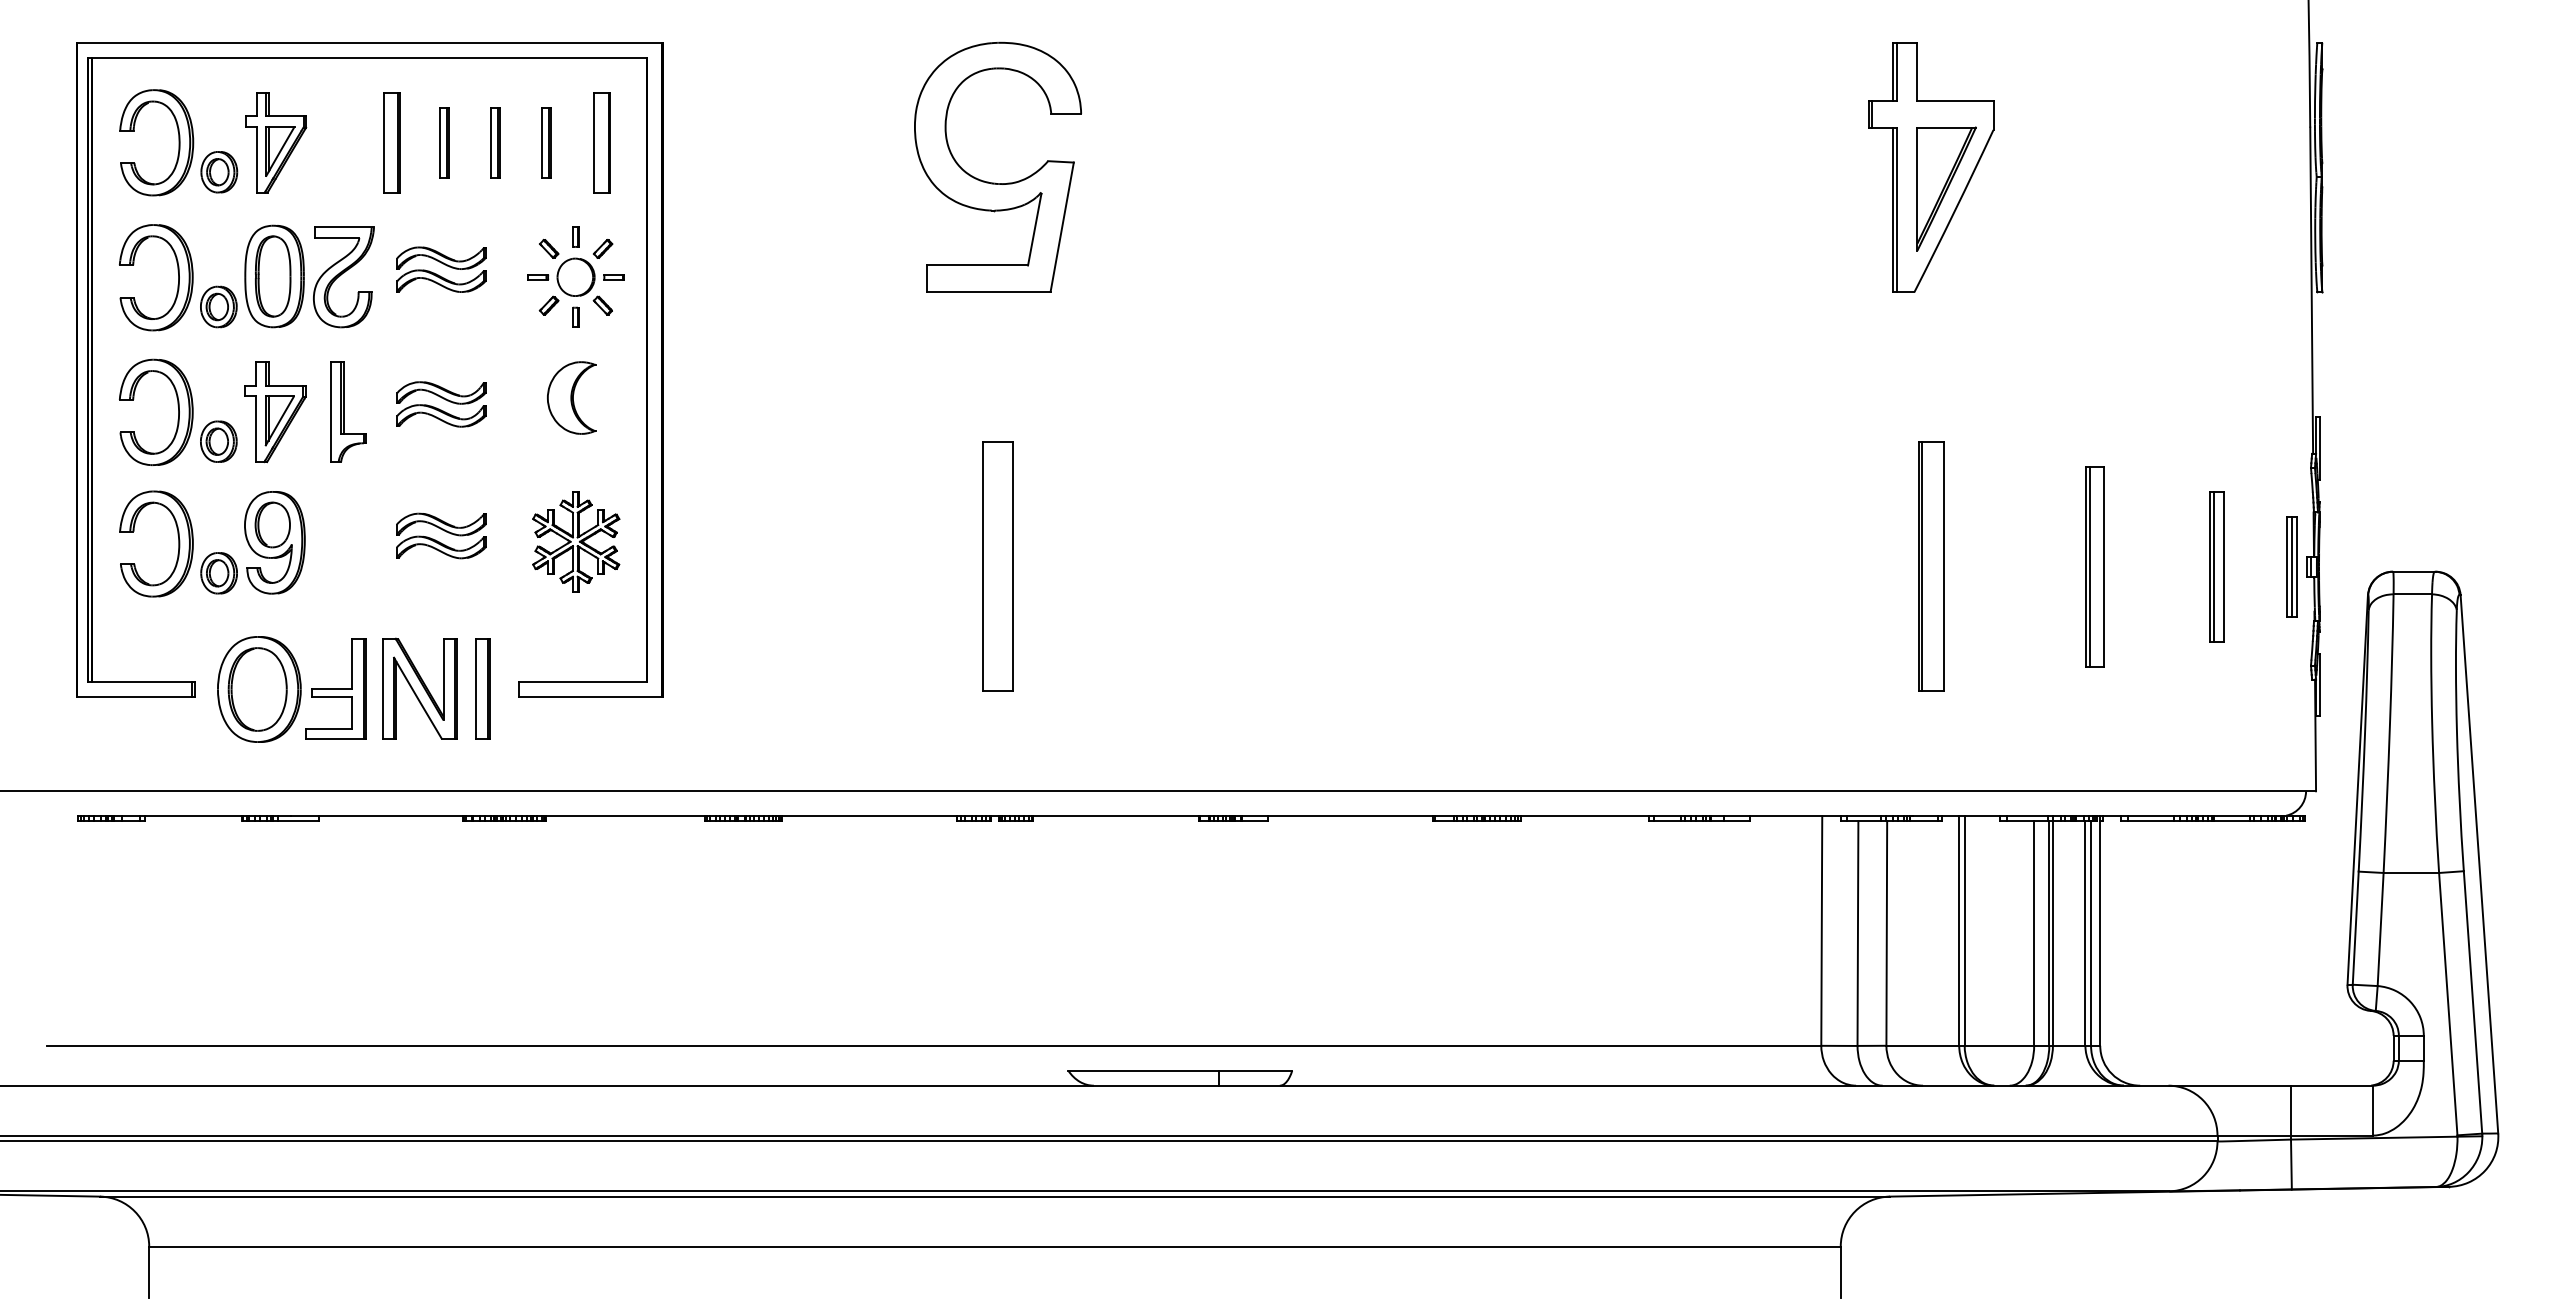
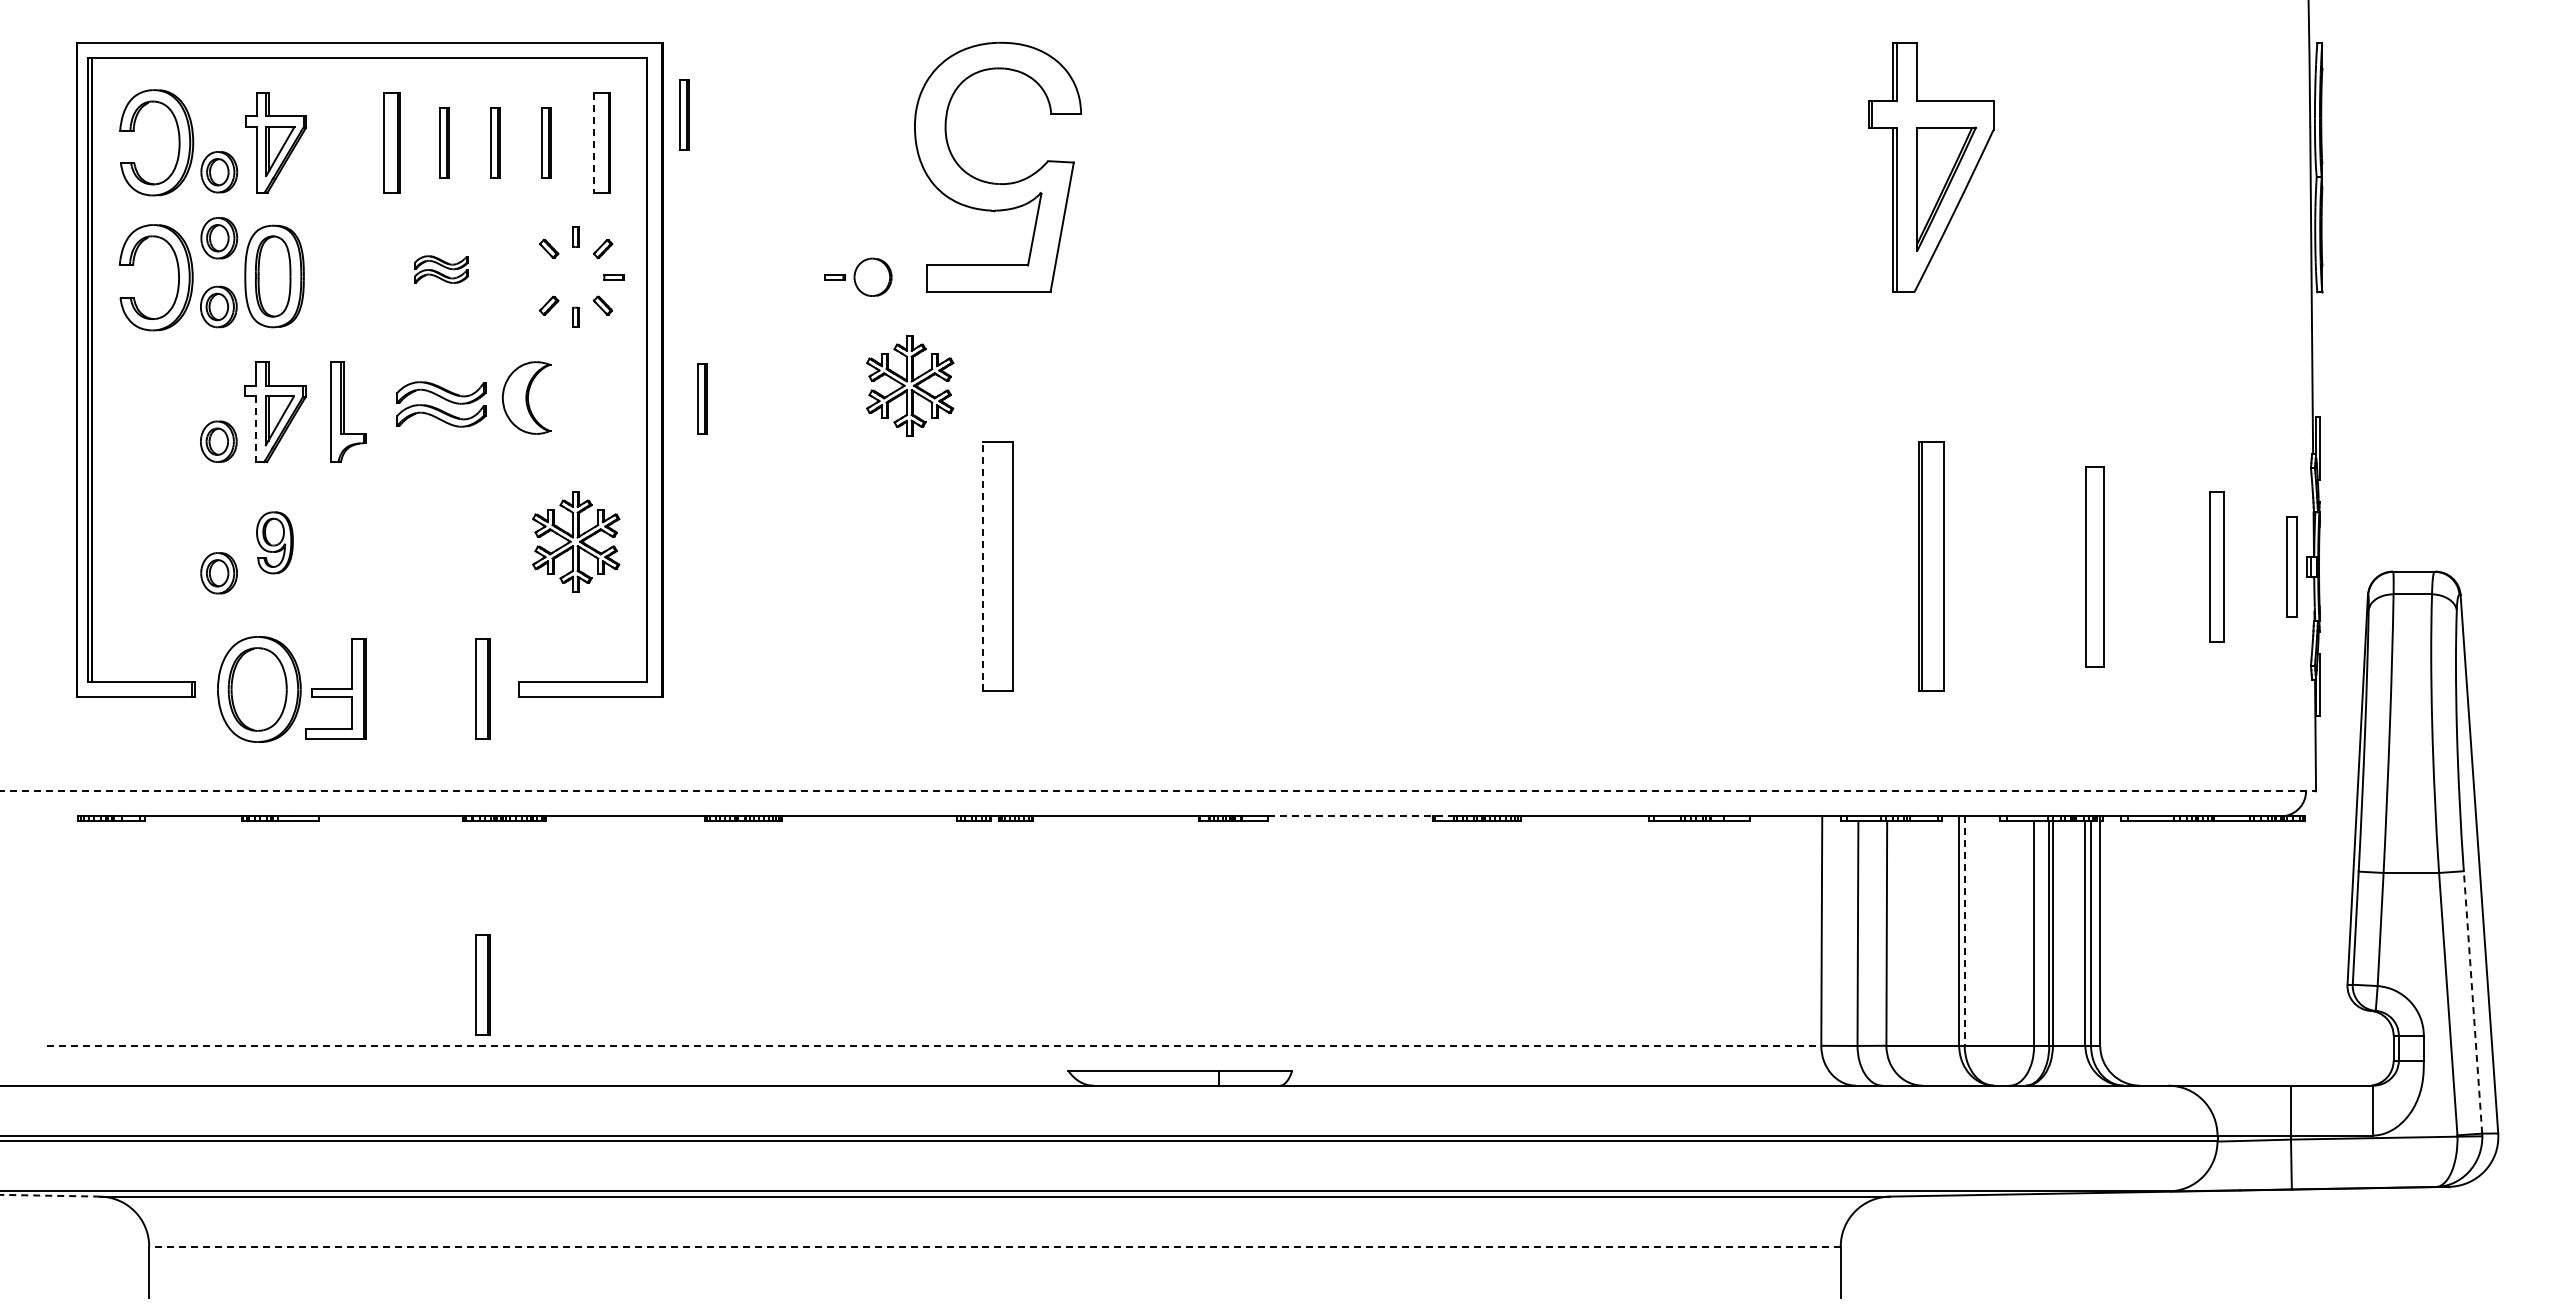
part at (684, 114): none -> present
line at (594, 142): solid -> dashed
part at (219, 238): none -> present
part at (441, 269) size: 91x47 px -> 55x29 px
part at (561, 276) position: (561, 276) -> (858, 276)
part at (343, 277): present -> none
part at (910, 385): none -> present
part at (571, 397) position: (571, 397) -> (526, 397)
part at (702, 398): none -> present
part at (177, 405): present -> none
line at (256, 429): solid -> dashed
part at (441, 535): present -> none
part at (274, 542) size: 62x104 px -> 38x64 px
part at (178, 543): present -> none
line at (983, 566): solid -> dashed
line at (2090, 566): present -> none
line at (2214, 566): present -> none
line at (2291, 566): present -> none
part at (419, 688): present -> none
line at (1158, 791): solid -> dashed
line at (1360, 816): solid -> dashed
line at (1964, 931): solid -> dashed
part at (482, 984): none -> present
line at (2473, 1002): solid -> dashed
line at (934, 1045): solid -> dashed
line at (50, 1195): solid -> dashed
line at (994, 1246): solid -> dashed
